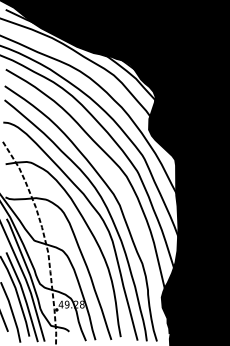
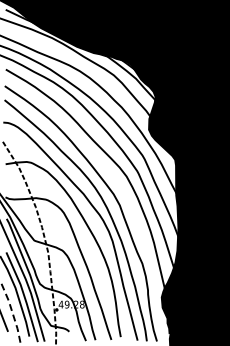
line at (12, 312): solid -> dashed
